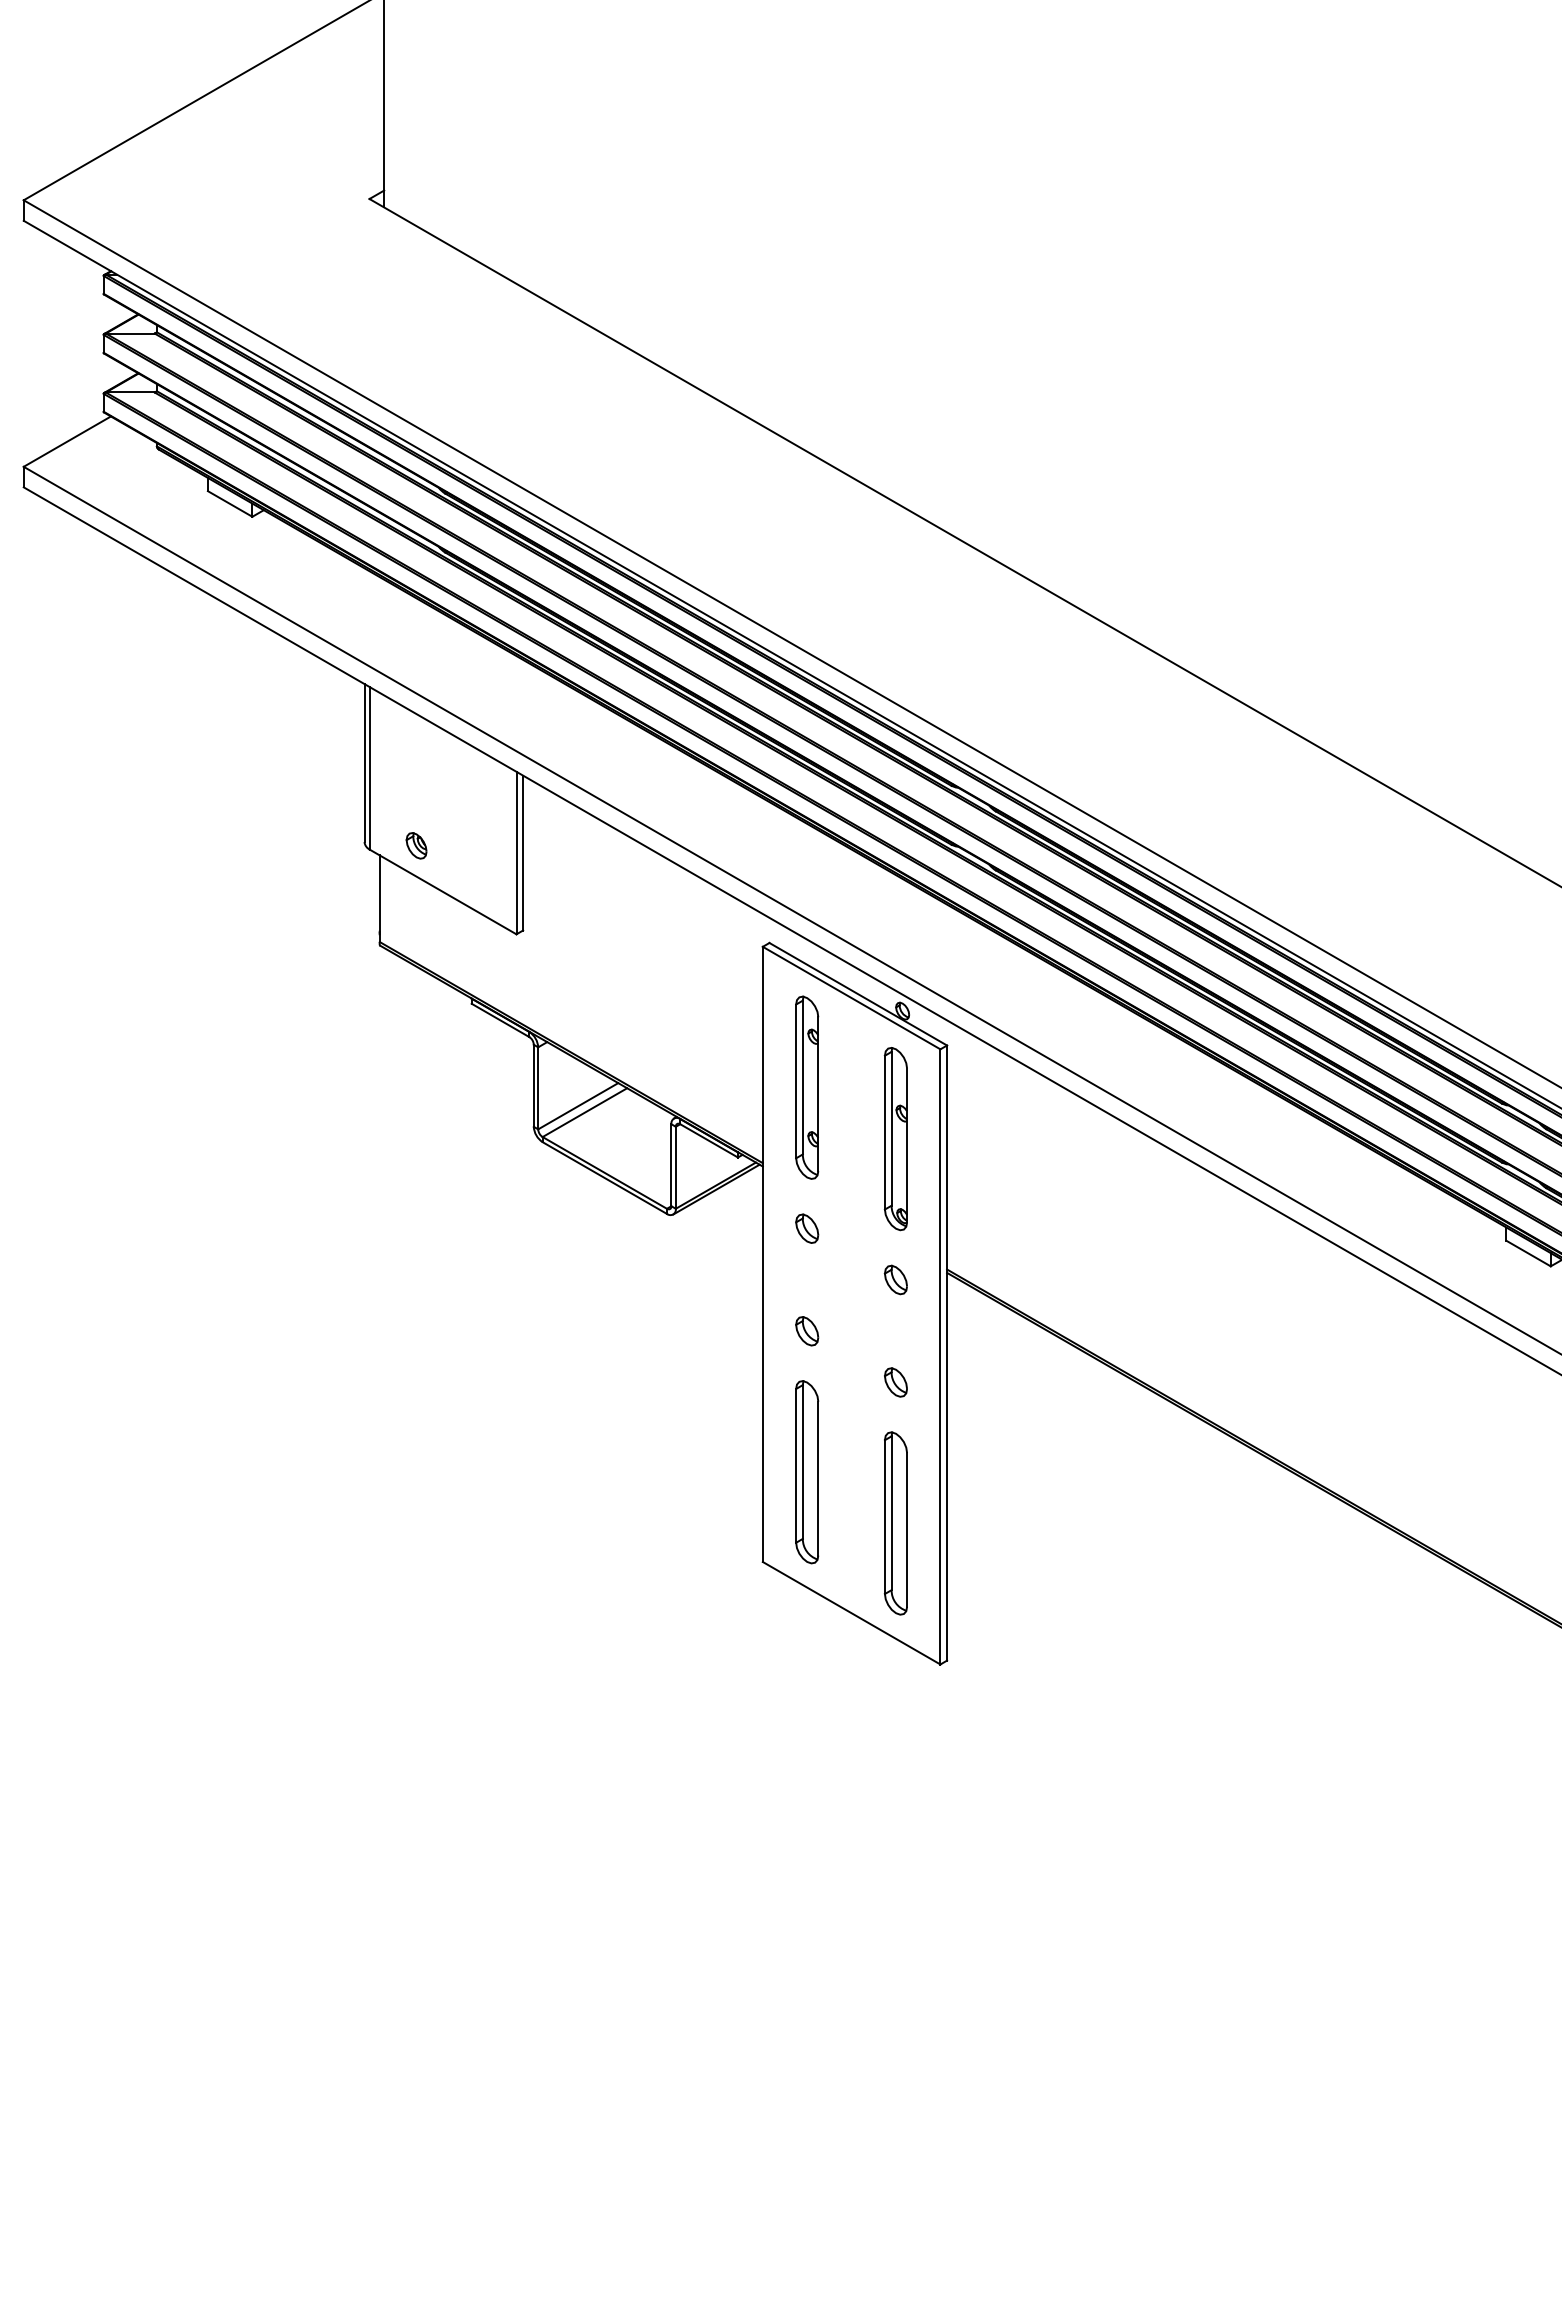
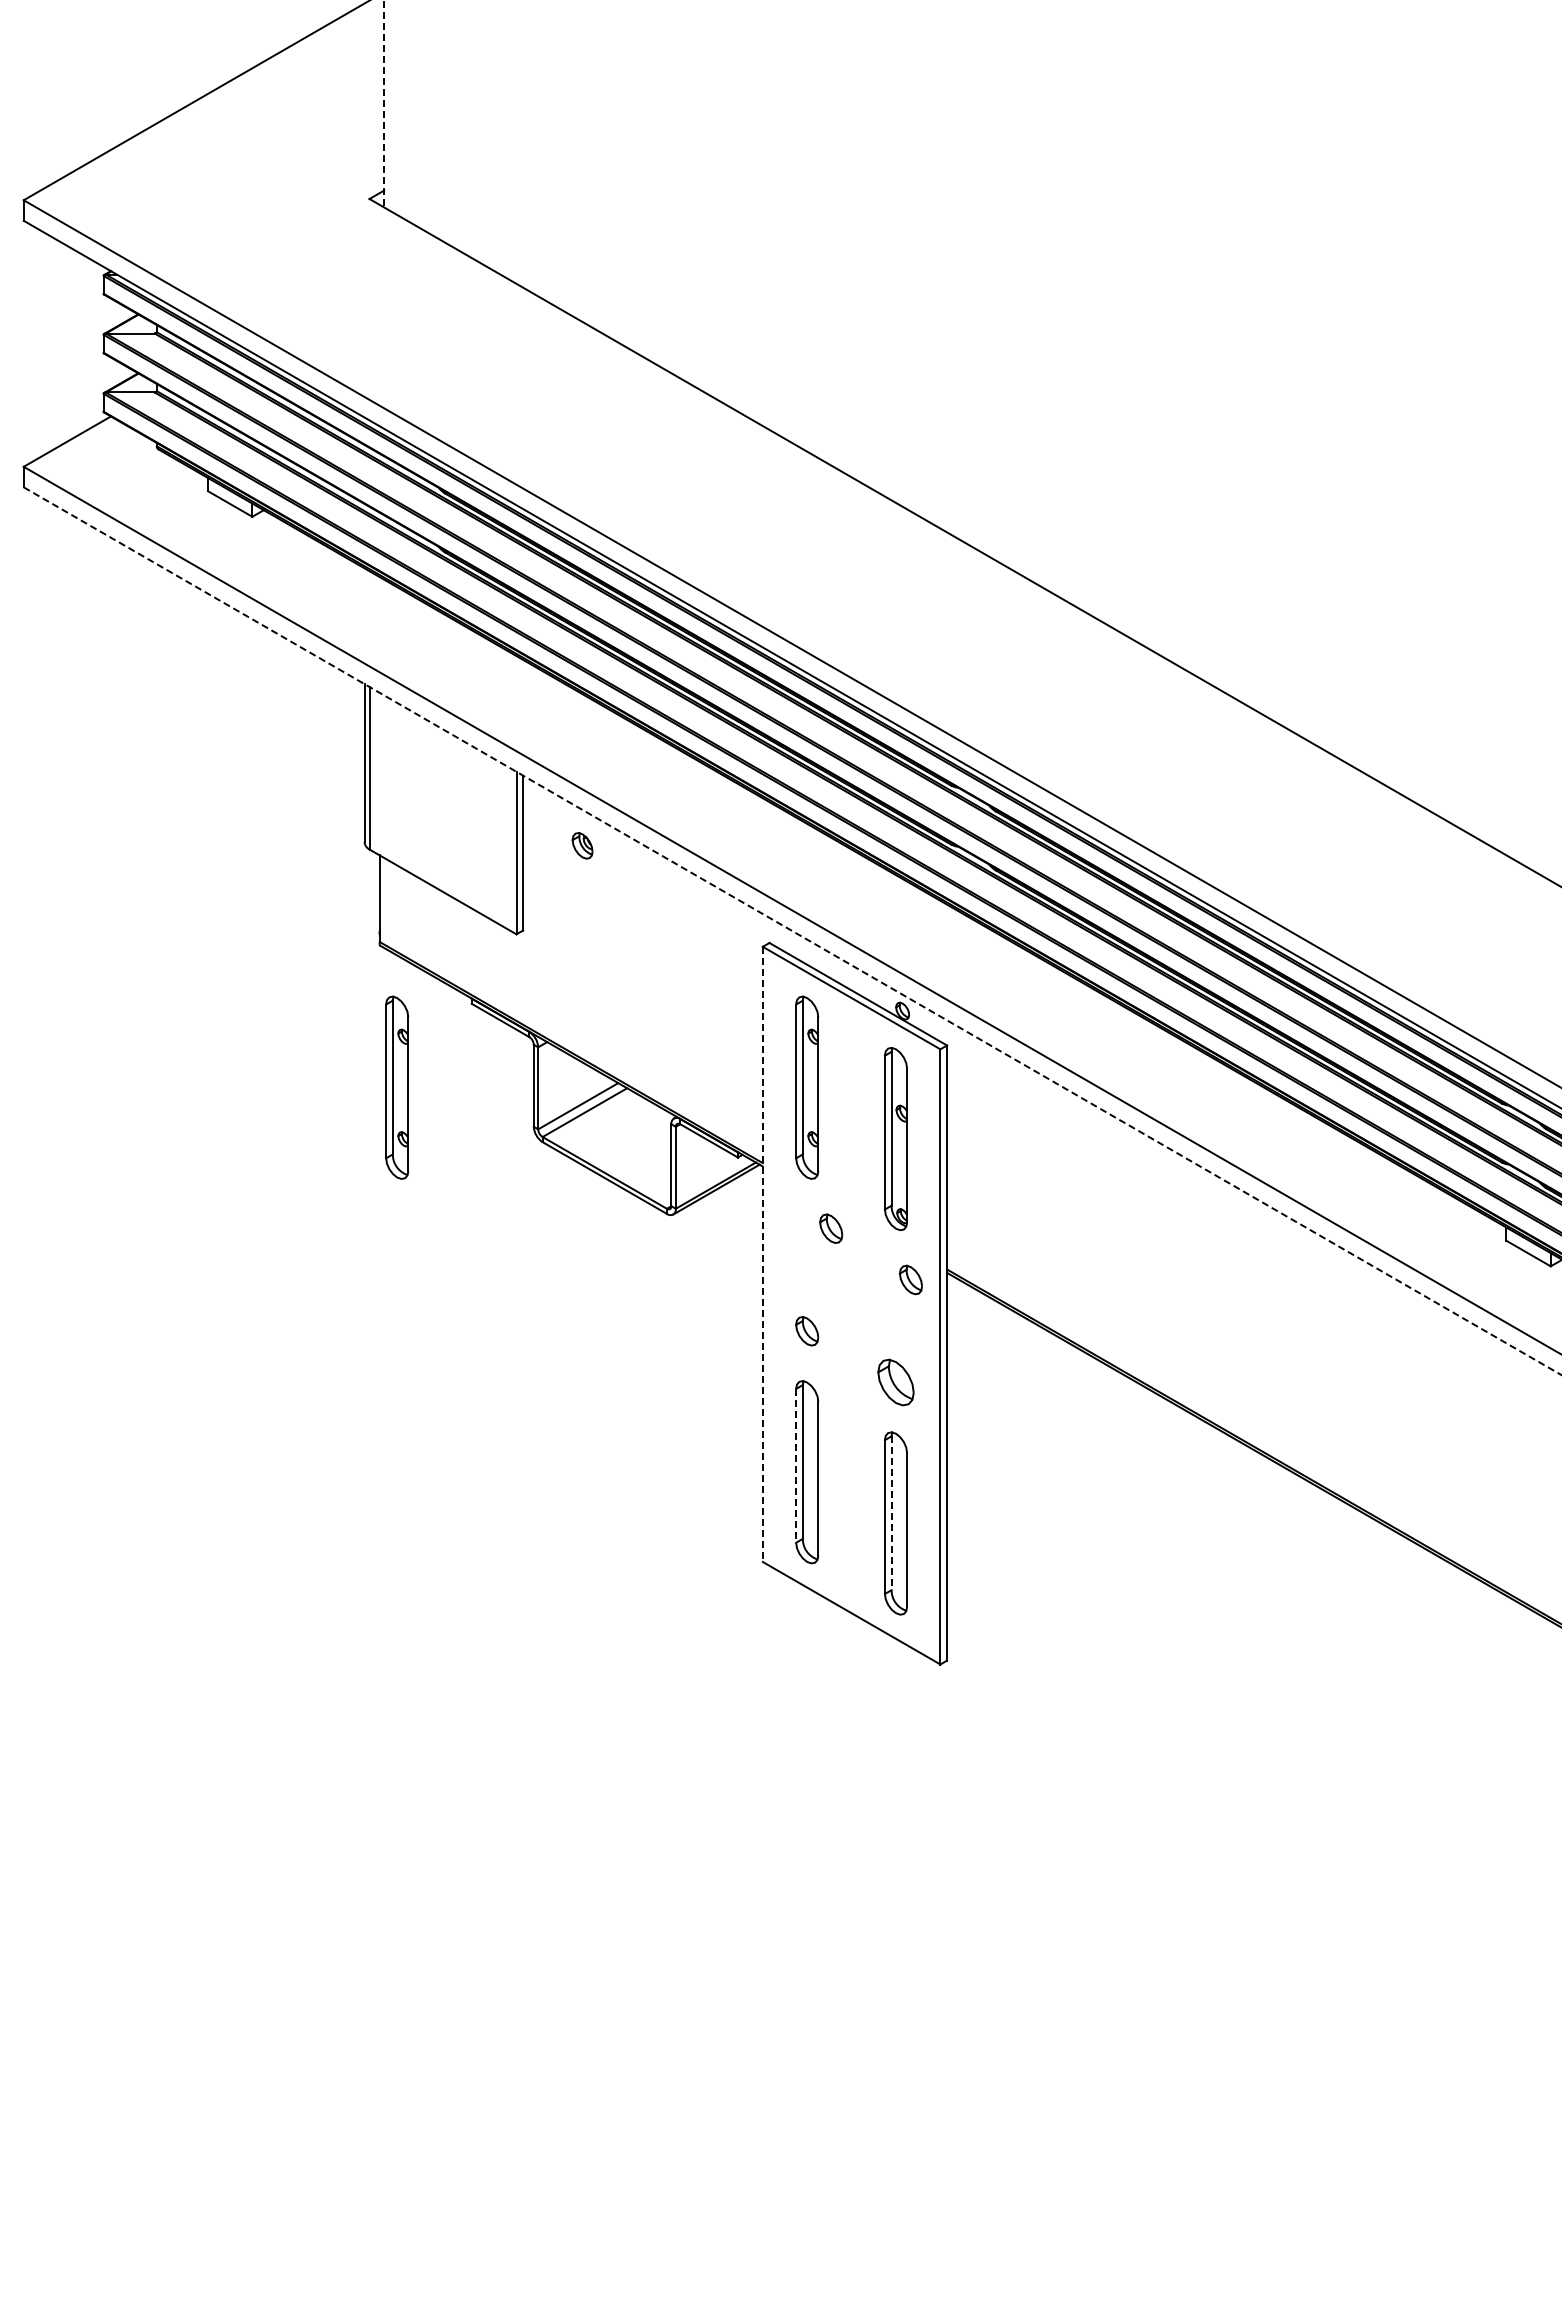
line at (384, 104): solid -> dashed
part at (416, 845) position: (416, 845) -> (582, 845)
line at (793, 931): solid -> dashed
part at (397, 1087): none -> present
part at (807, 1228) position: (807, 1228) -> (831, 1228)
line at (762, 1254): solid -> dashed
part at (895, 1279) position: (895, 1279) -> (910, 1279)
part at (895, 1382) size: 24x31 px -> 38x49 px
line at (796, 1465): solid -> dashed
line at (891, 1513): solid -> dashed
